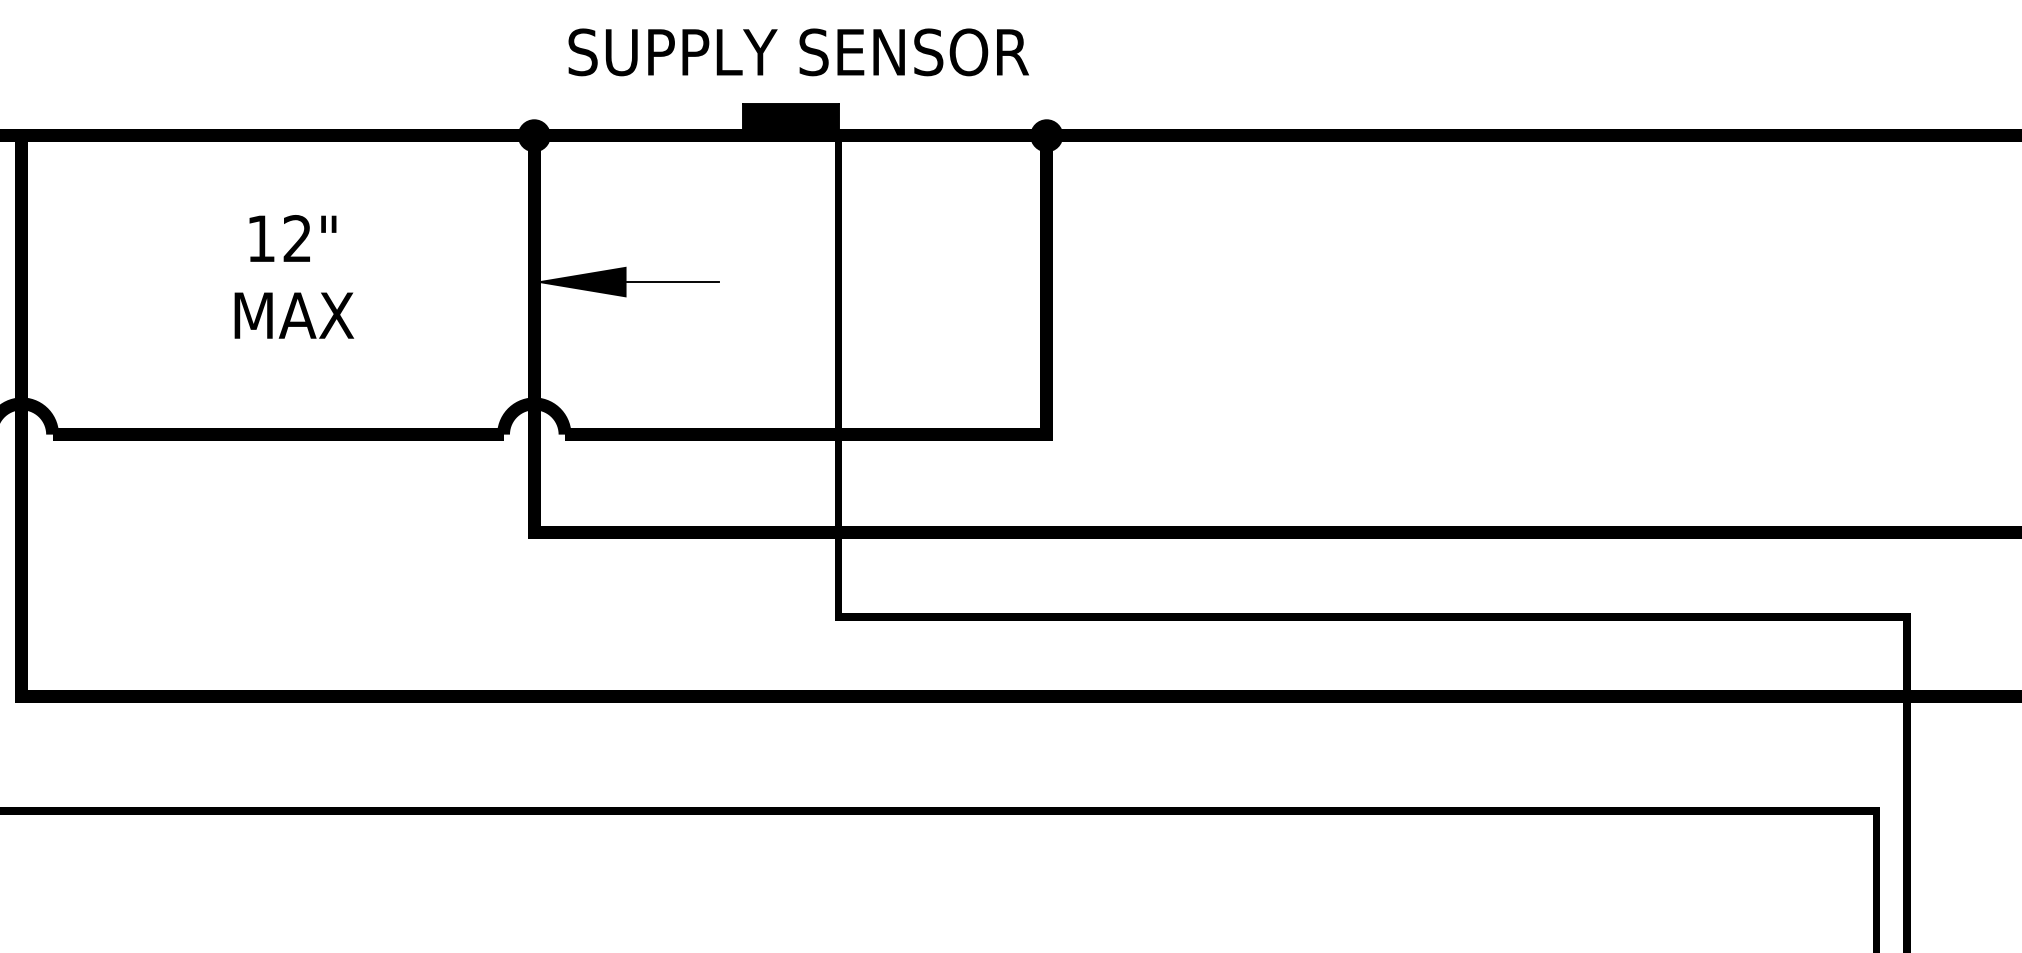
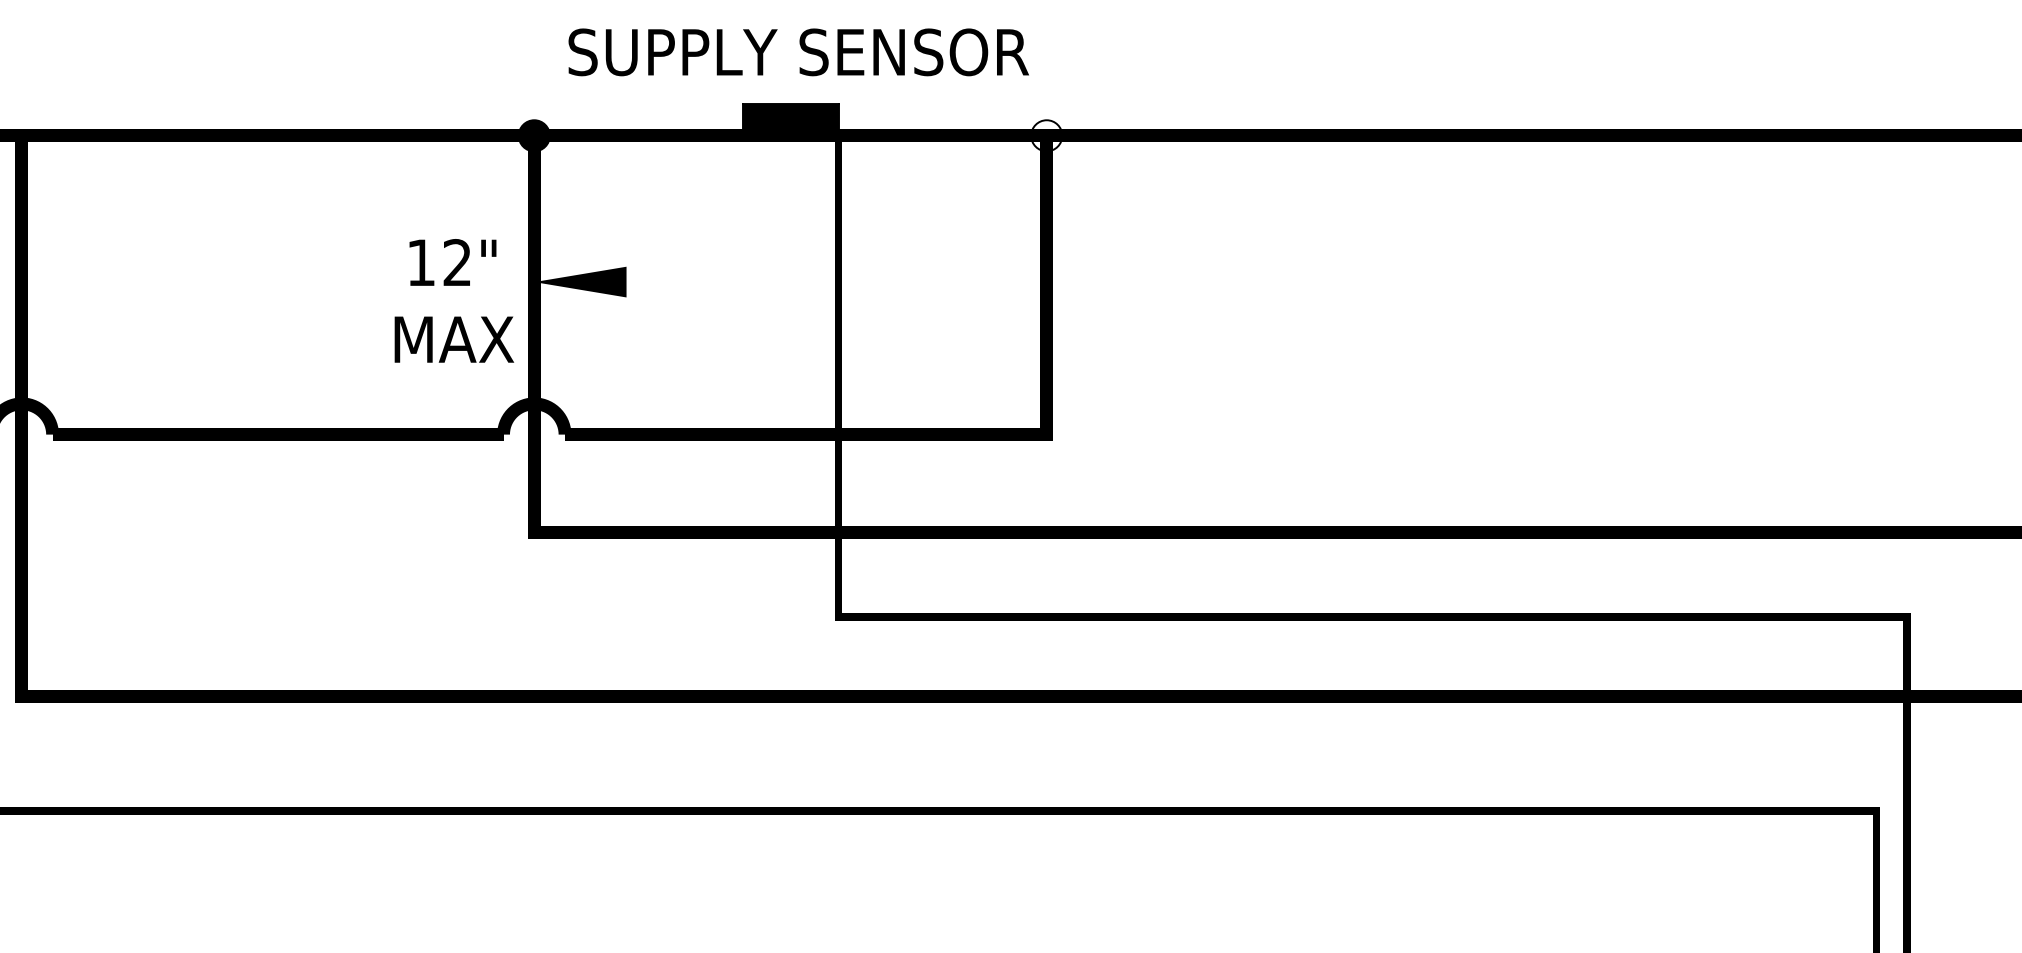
fill at (1046, 135): present -> none
text at (294, 276) position: (294, 276) -> (454, 300)
line at (672, 282): present -> none
